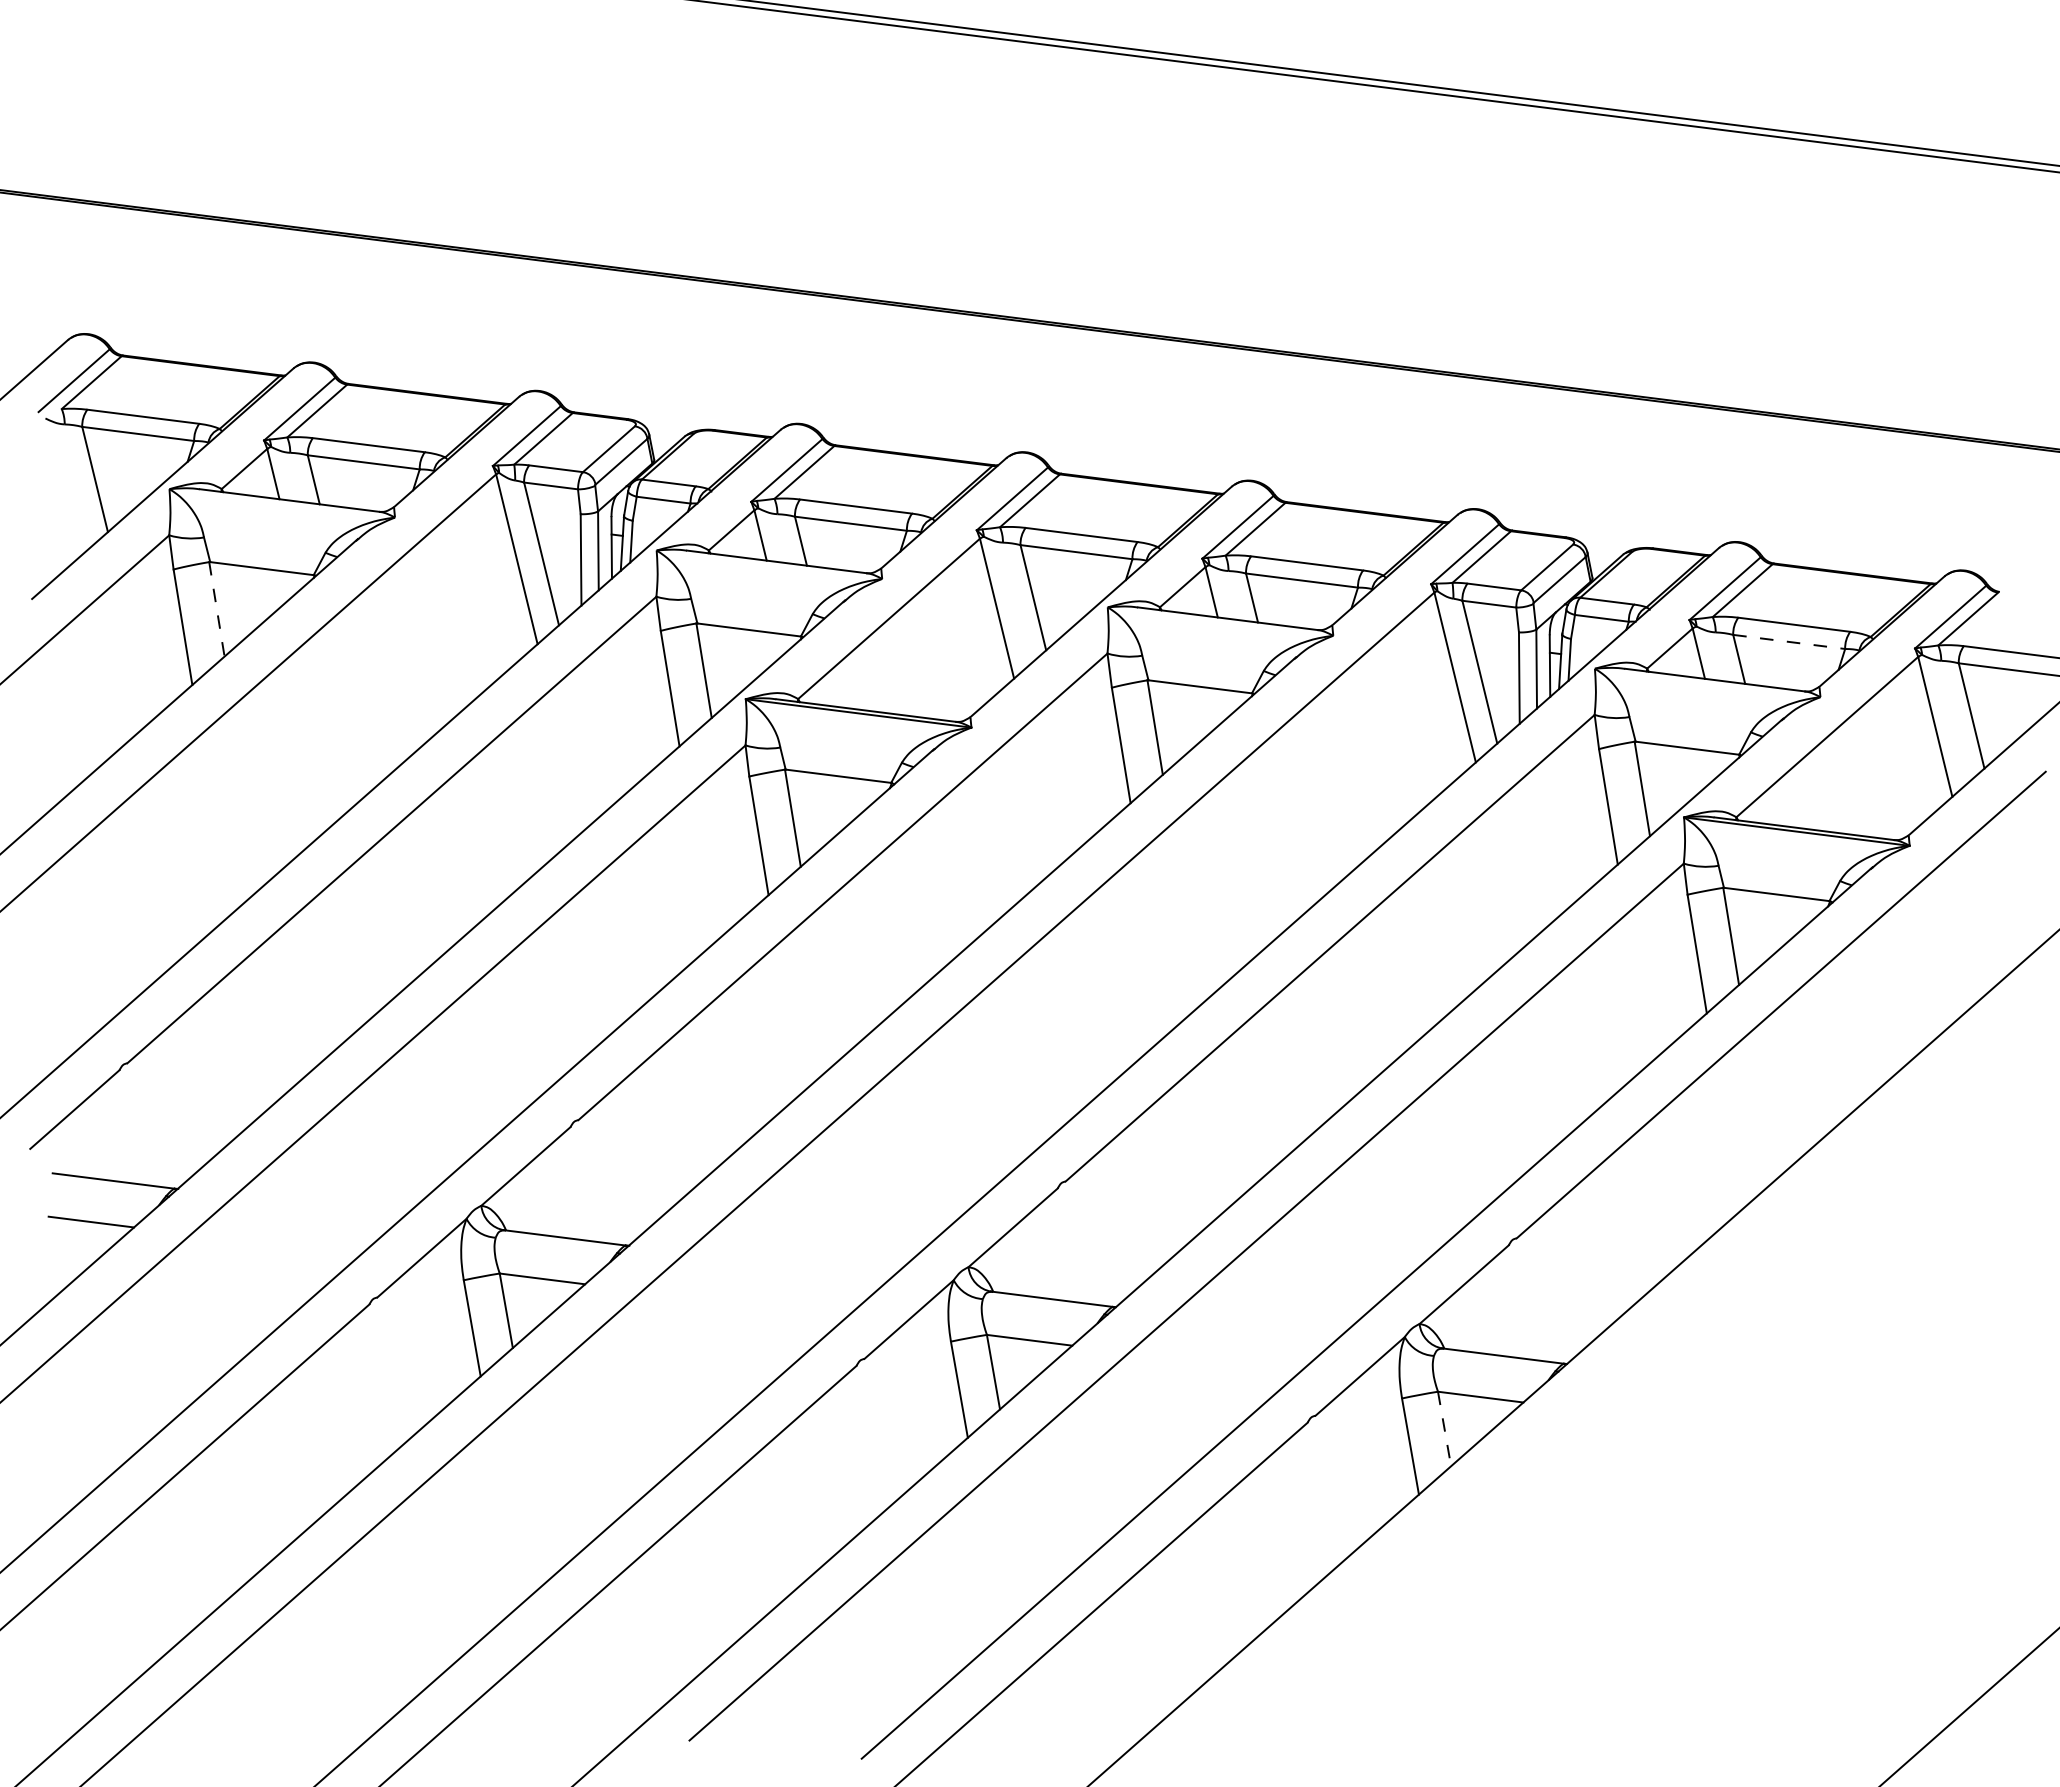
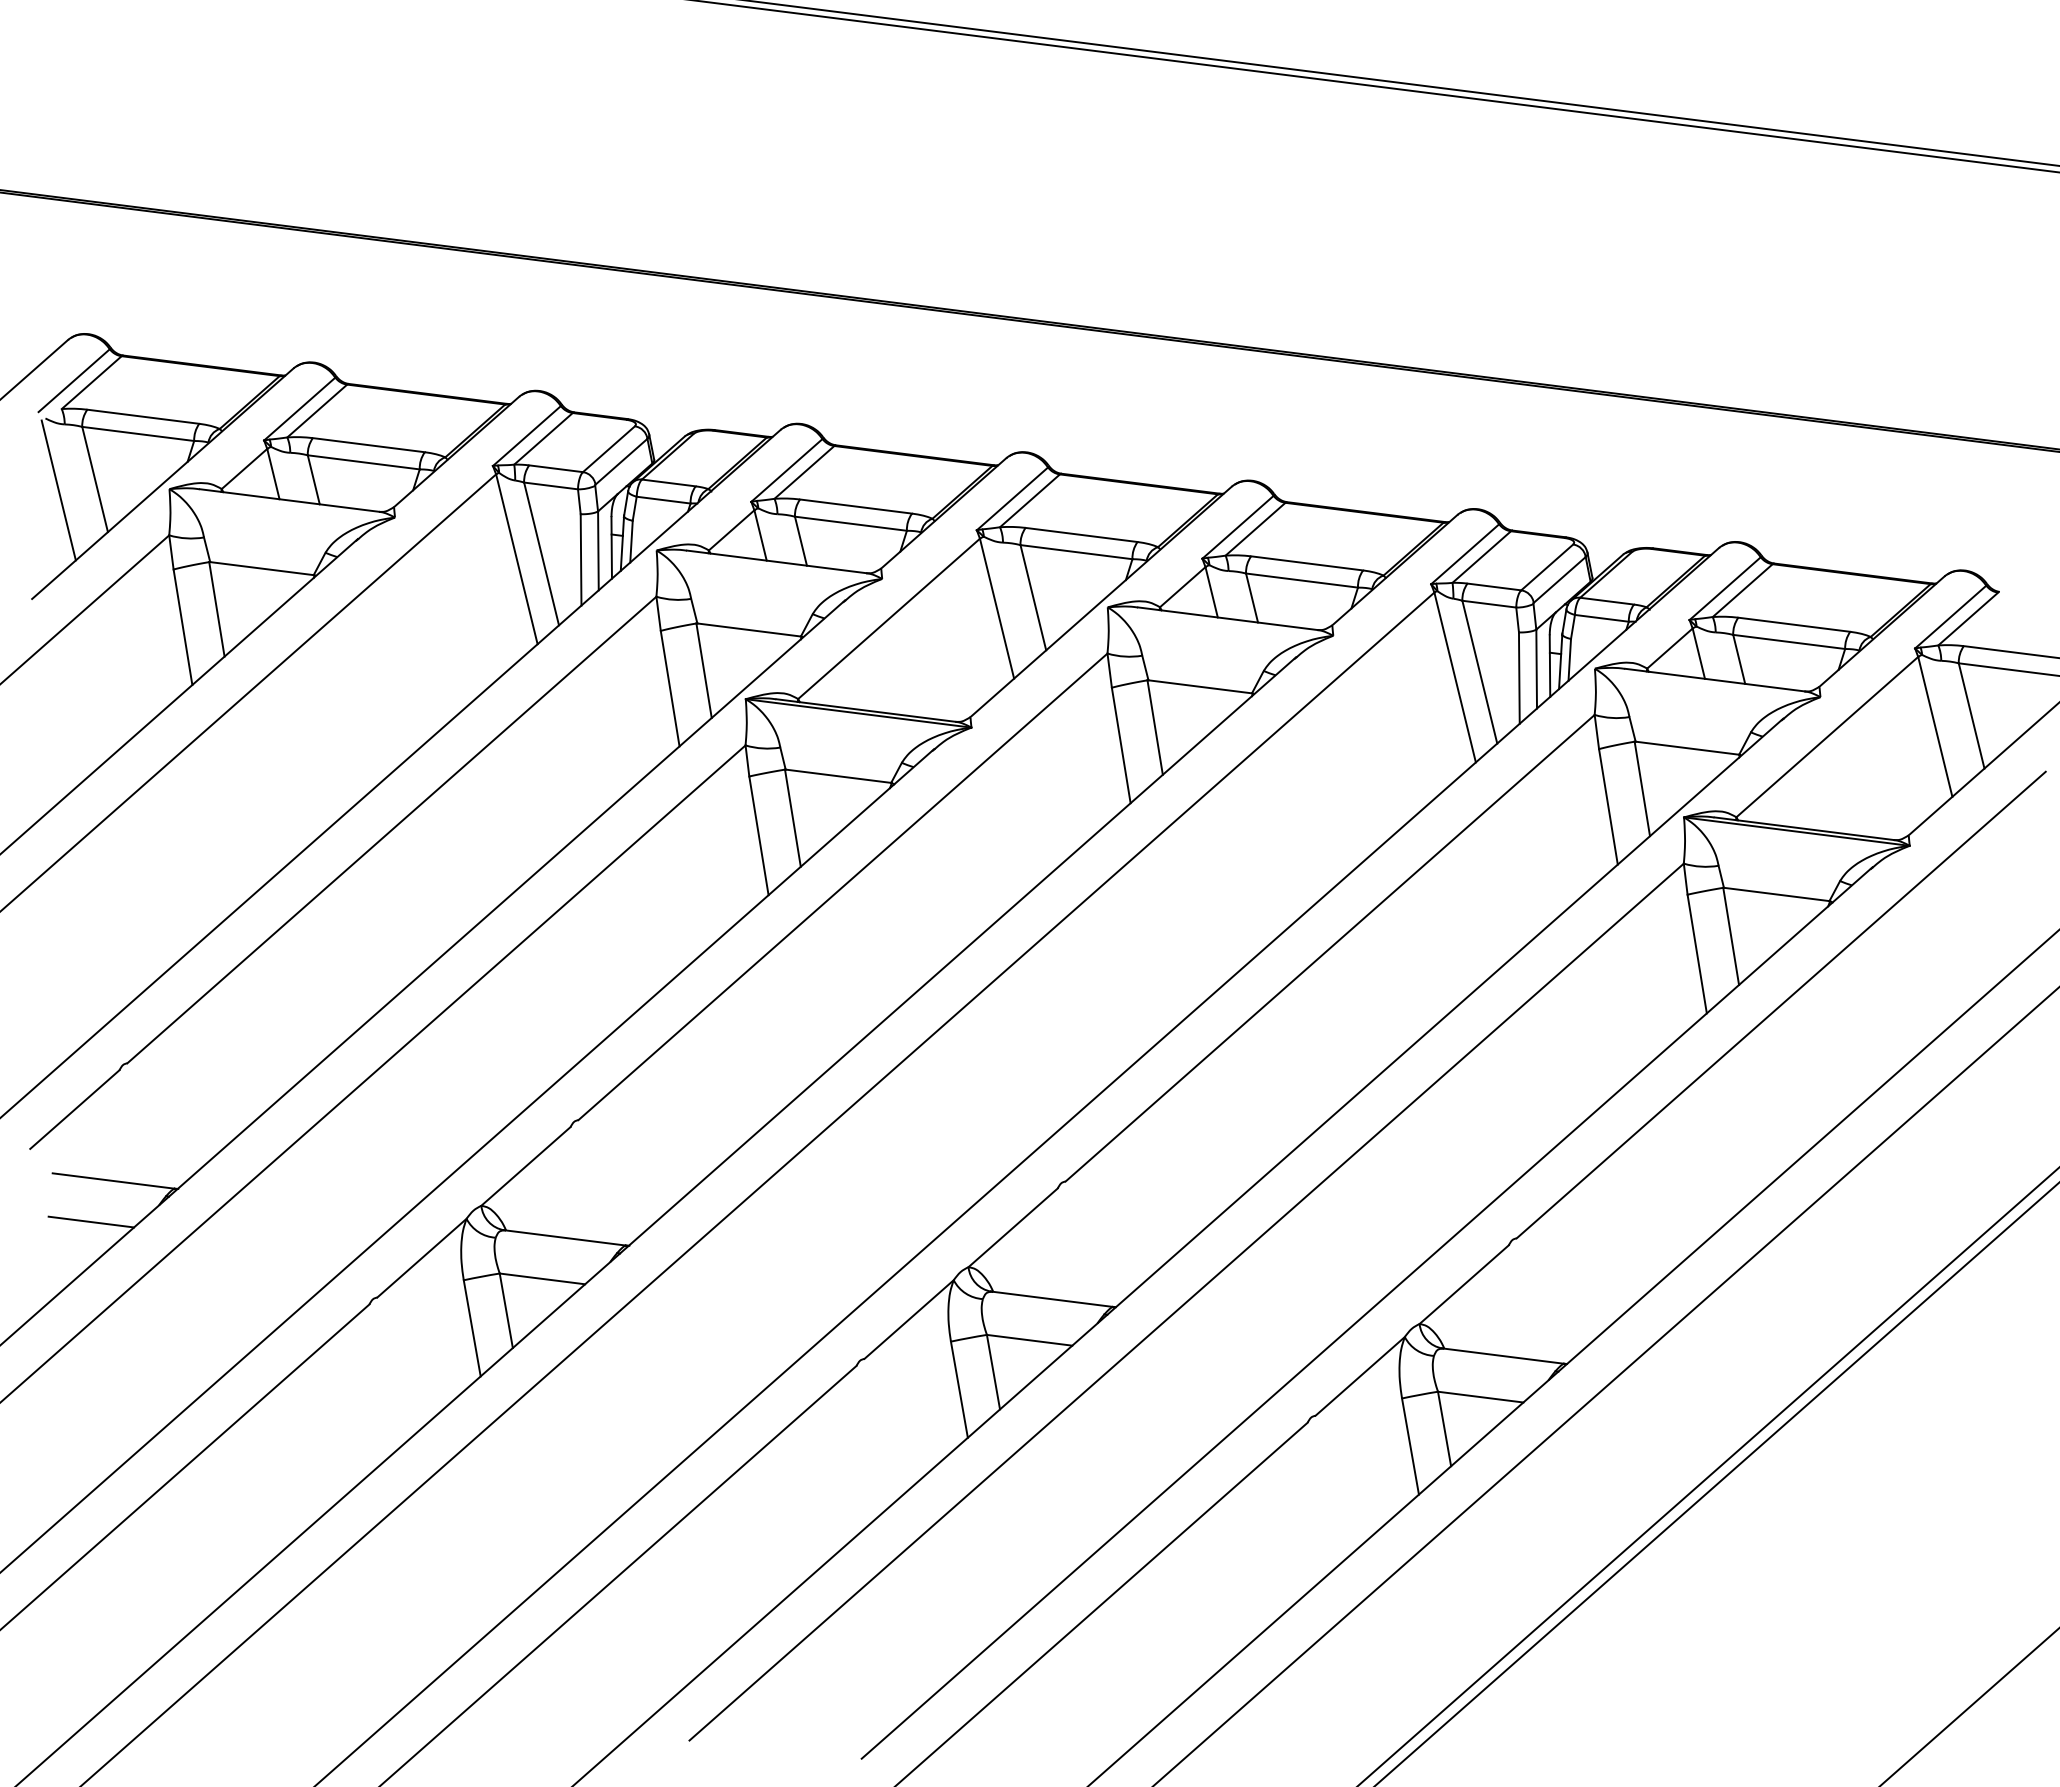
line at (58, 490): none -> present
line at (216, 609): dashed -> solid
line at (1789, 642): dashed -> solid
line at (1606, 1386): none -> present
line at (1444, 1429): dashed -> solid
line at (1708, 1476): none -> present
line at (1716, 1483): none -> present
